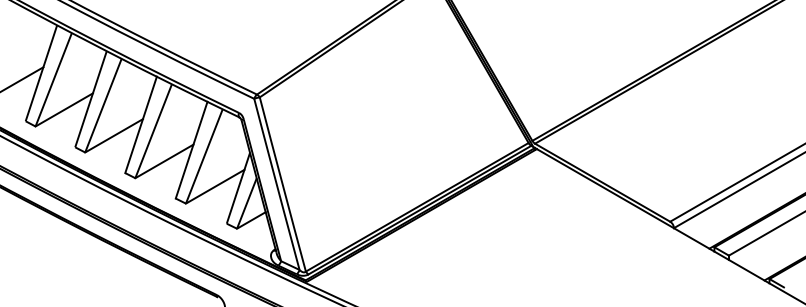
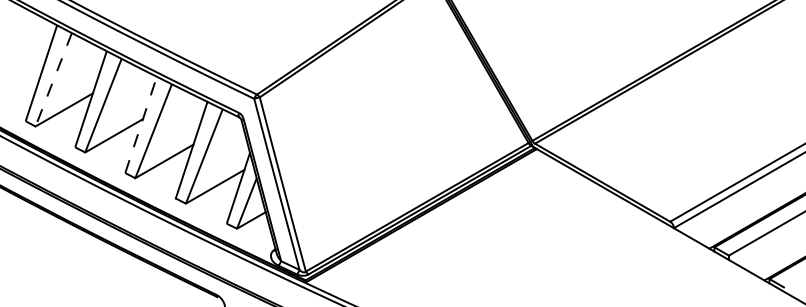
line at (54, 78): solid -> dashed
line at (22, 79): present -> none
line at (141, 124): solid -> dashed
